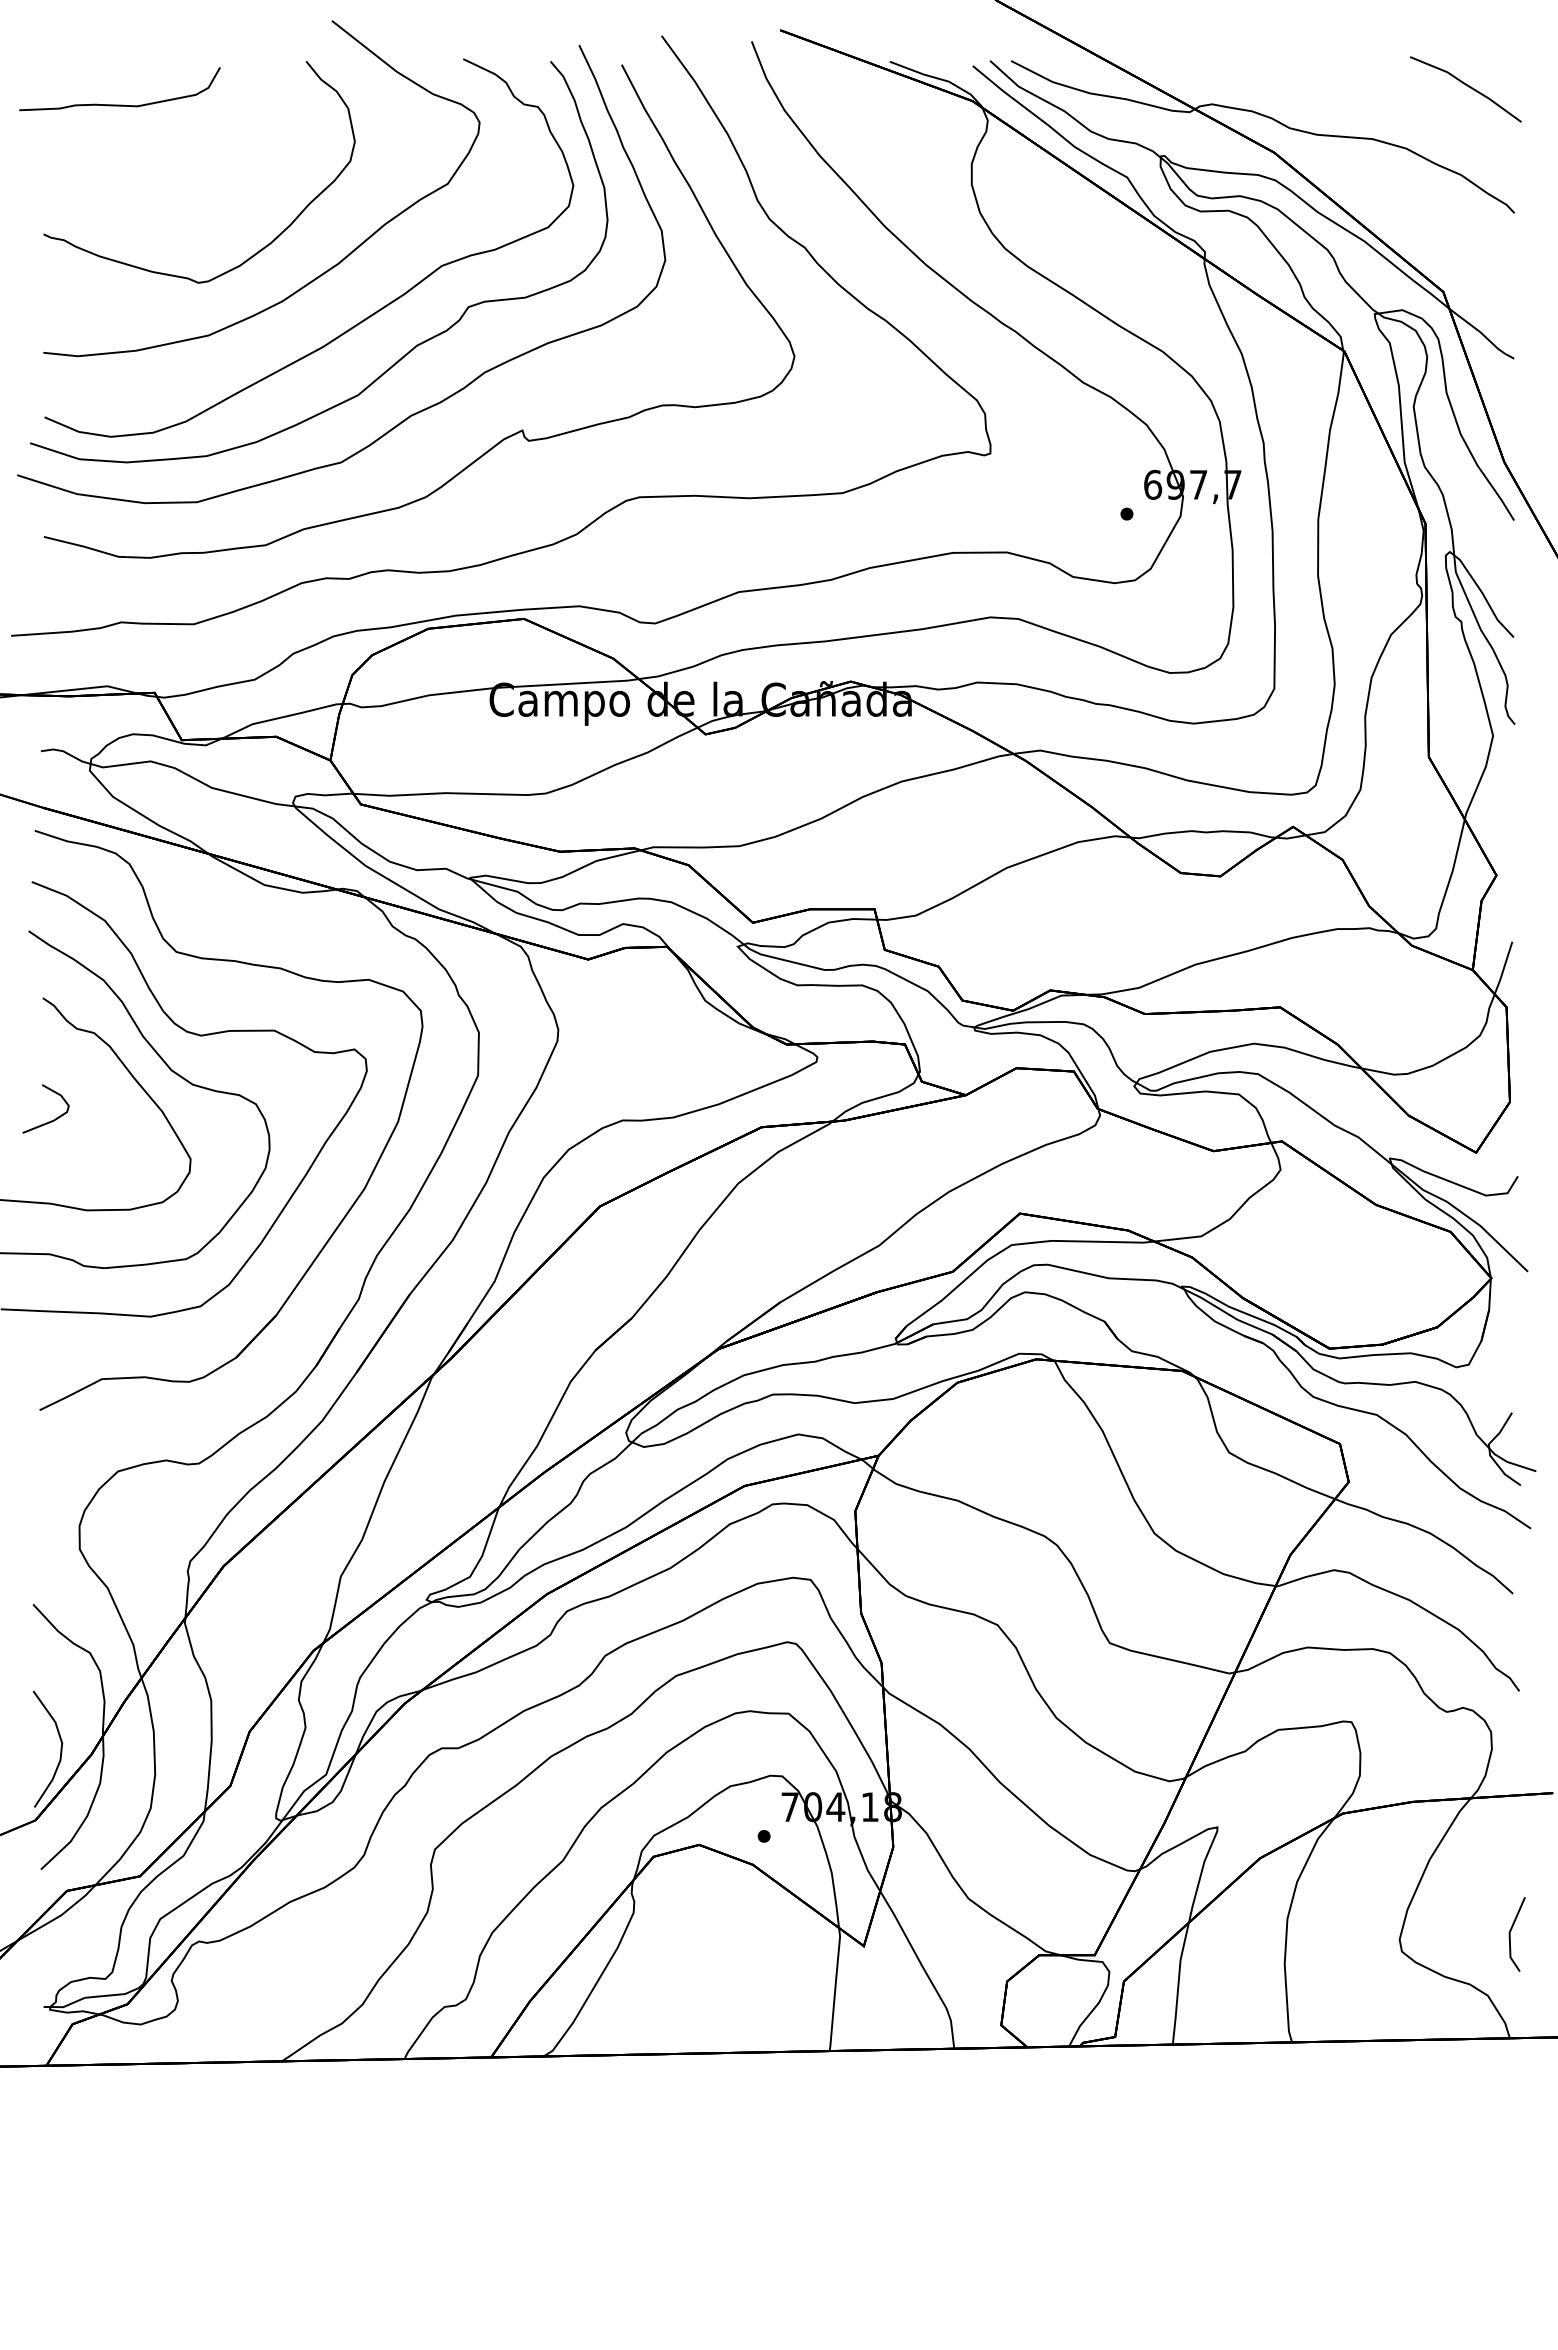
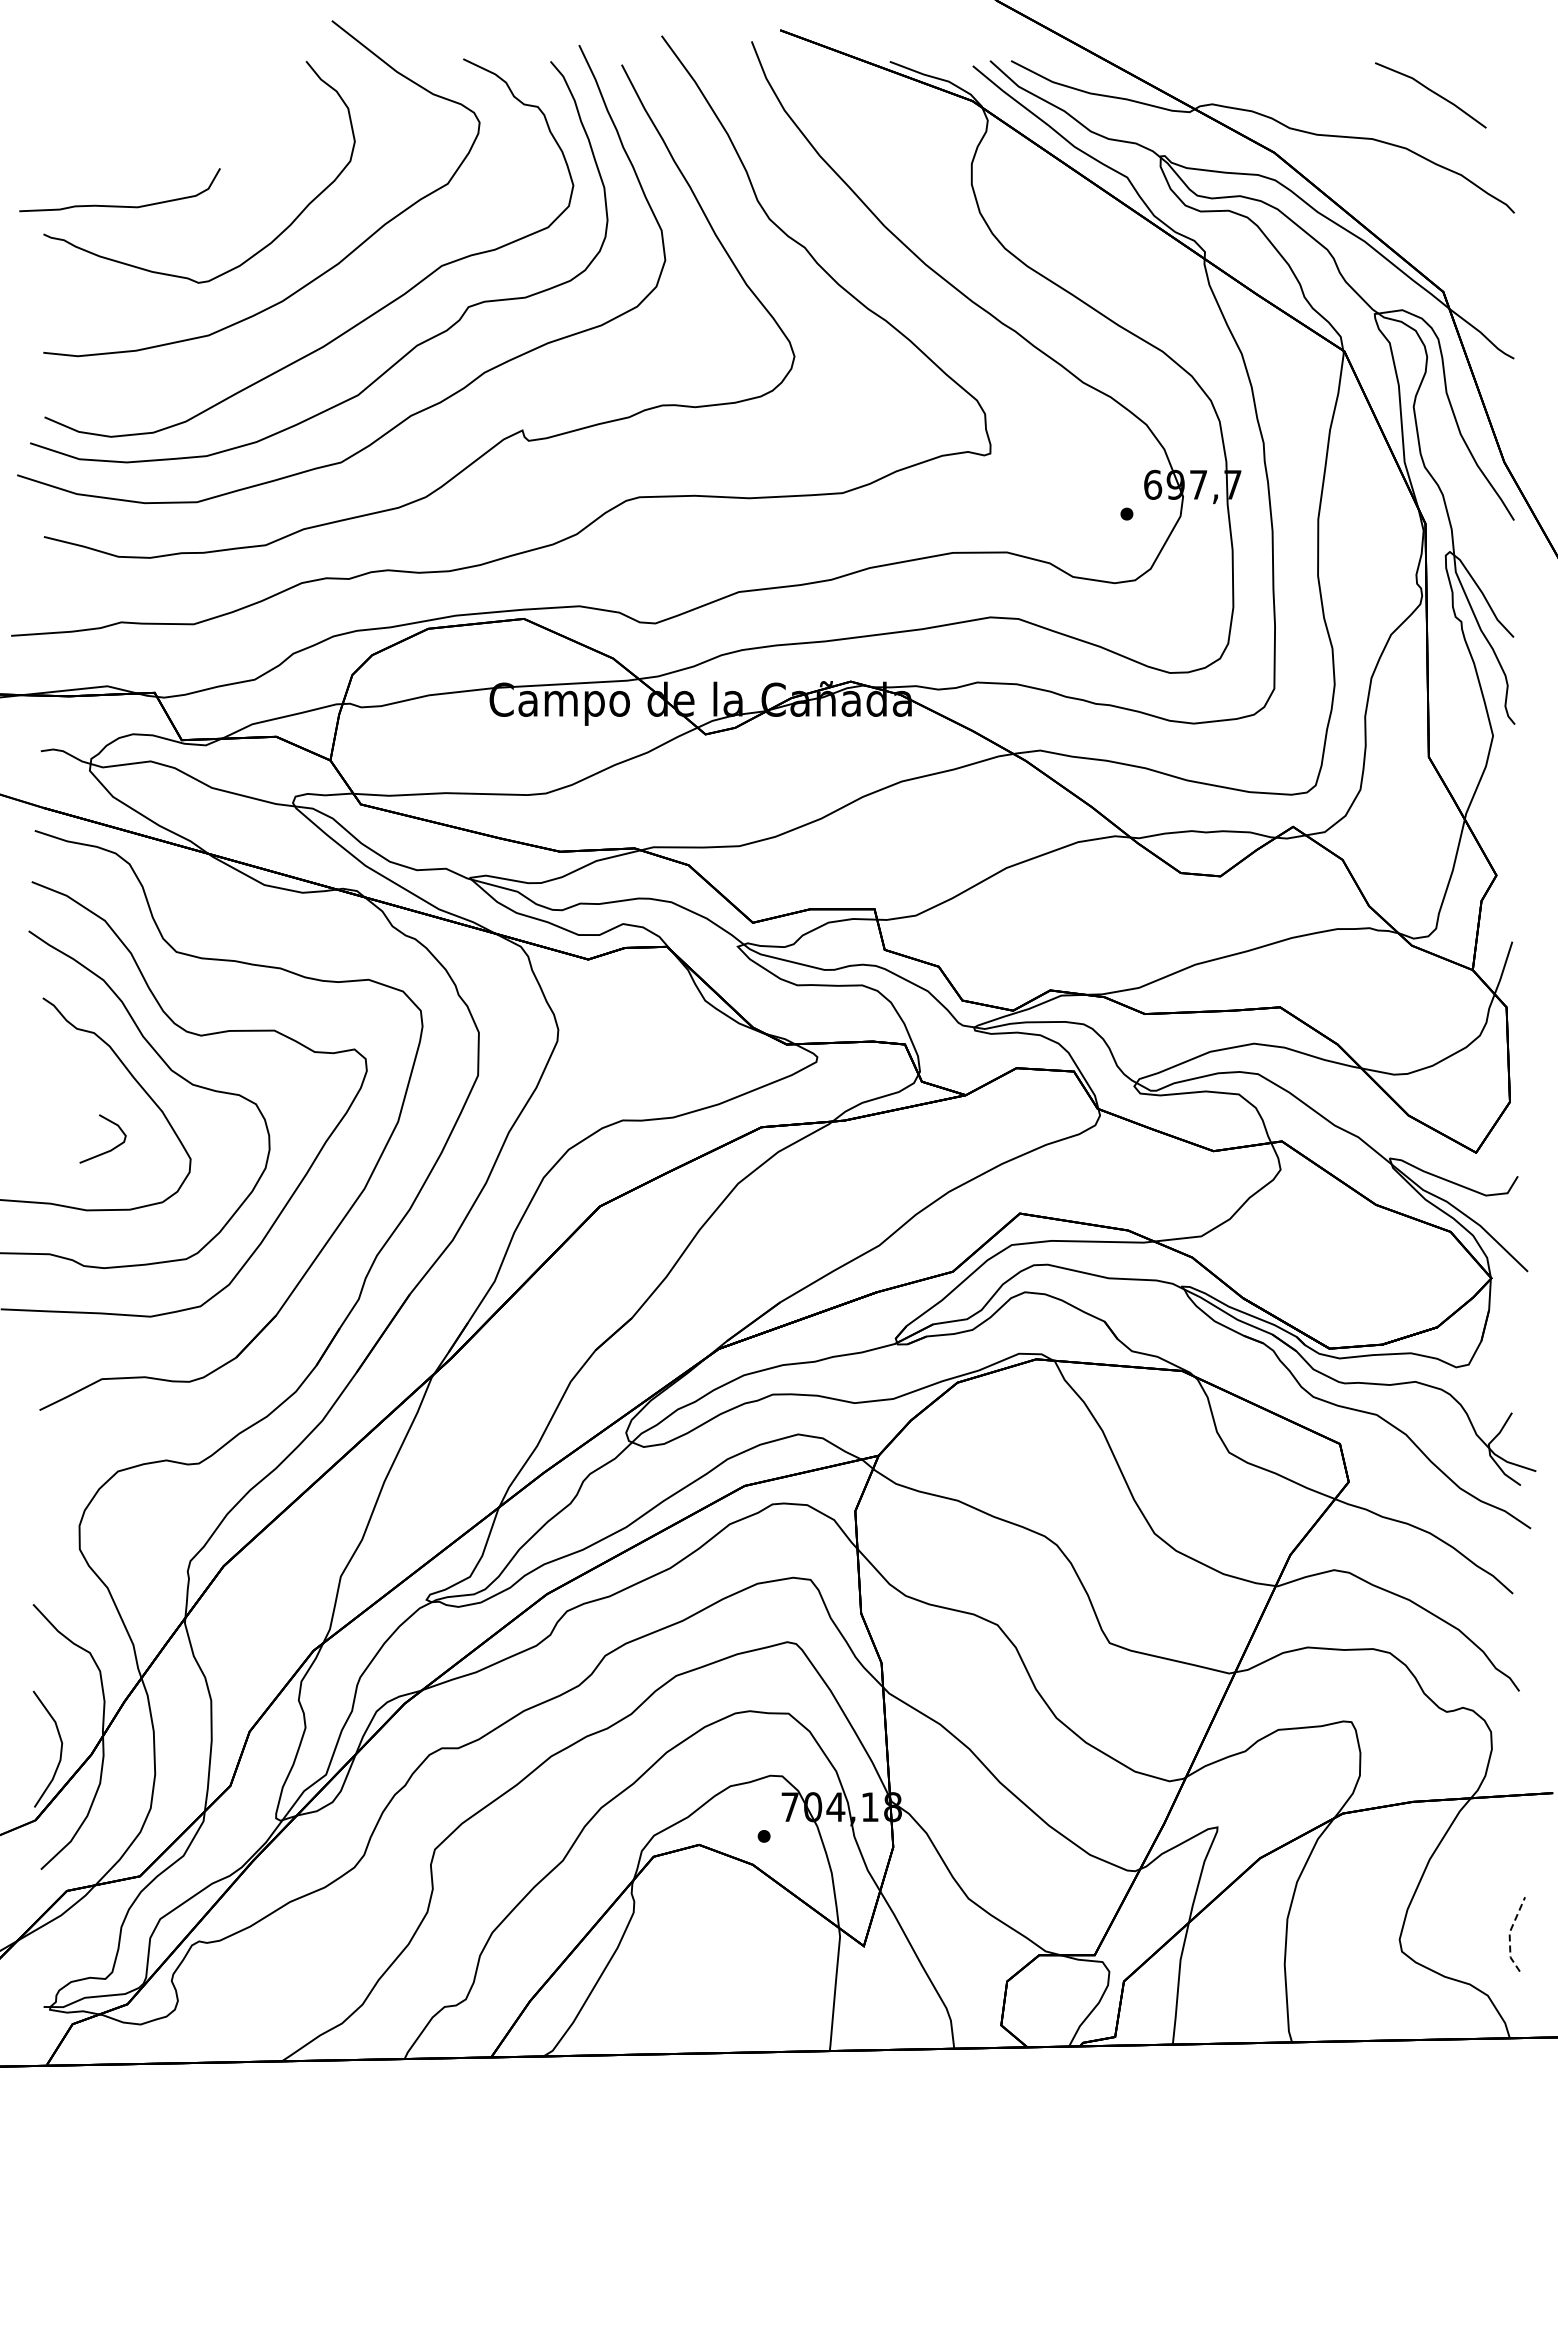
line at (1467, 86) position: (1467, 86) -> (1432, 92)
curve at (119, 104) position: (119, 104) -> (119, 205)
curve at (48, 1121) position: (48, 1121) -> (105, 1151)
line at (1509, 1934): solid -> dashed
